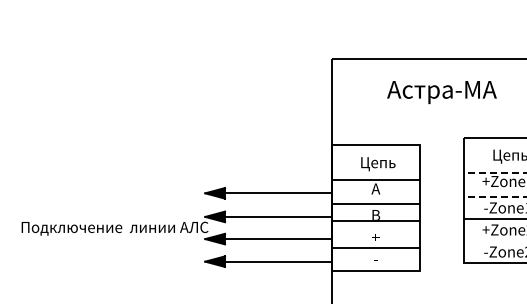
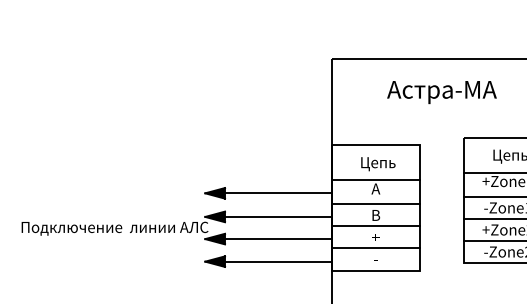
line at (494, 172): dashed -> solid
line at (494, 196): dashed -> solid
line at (375, 221) position: (375, 221) -> (375, 226)
line at (493, 241): none -> present
